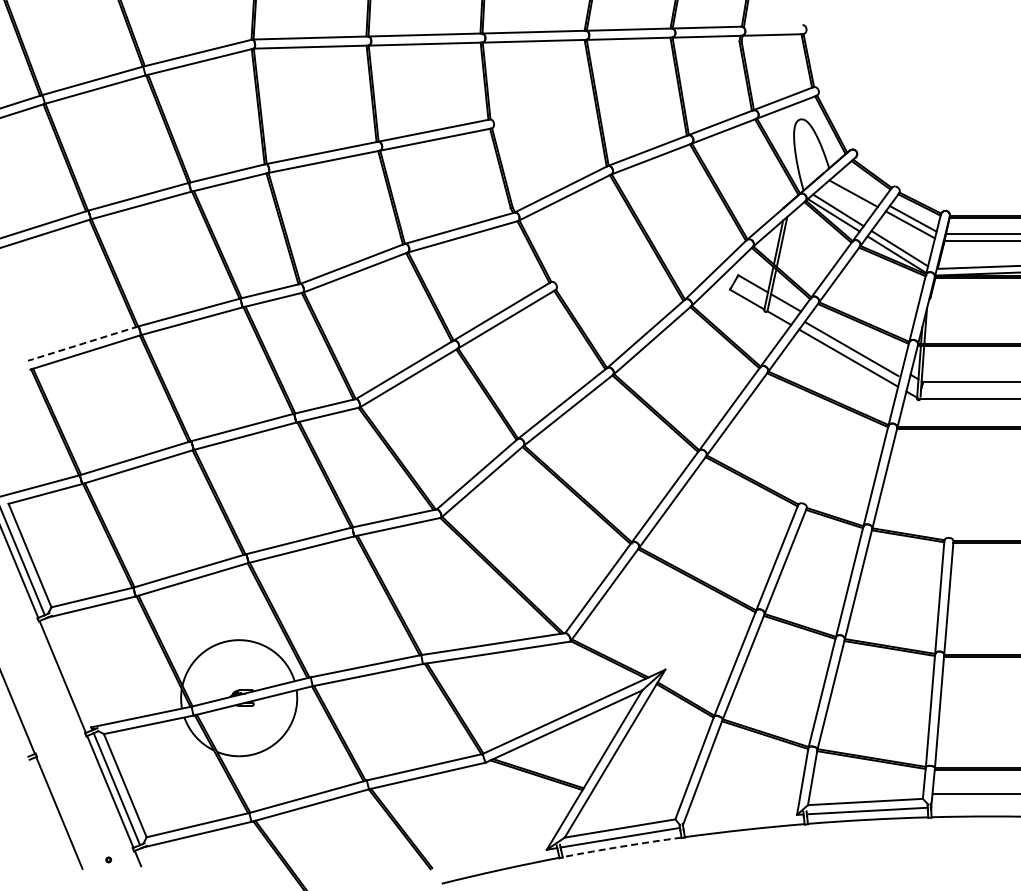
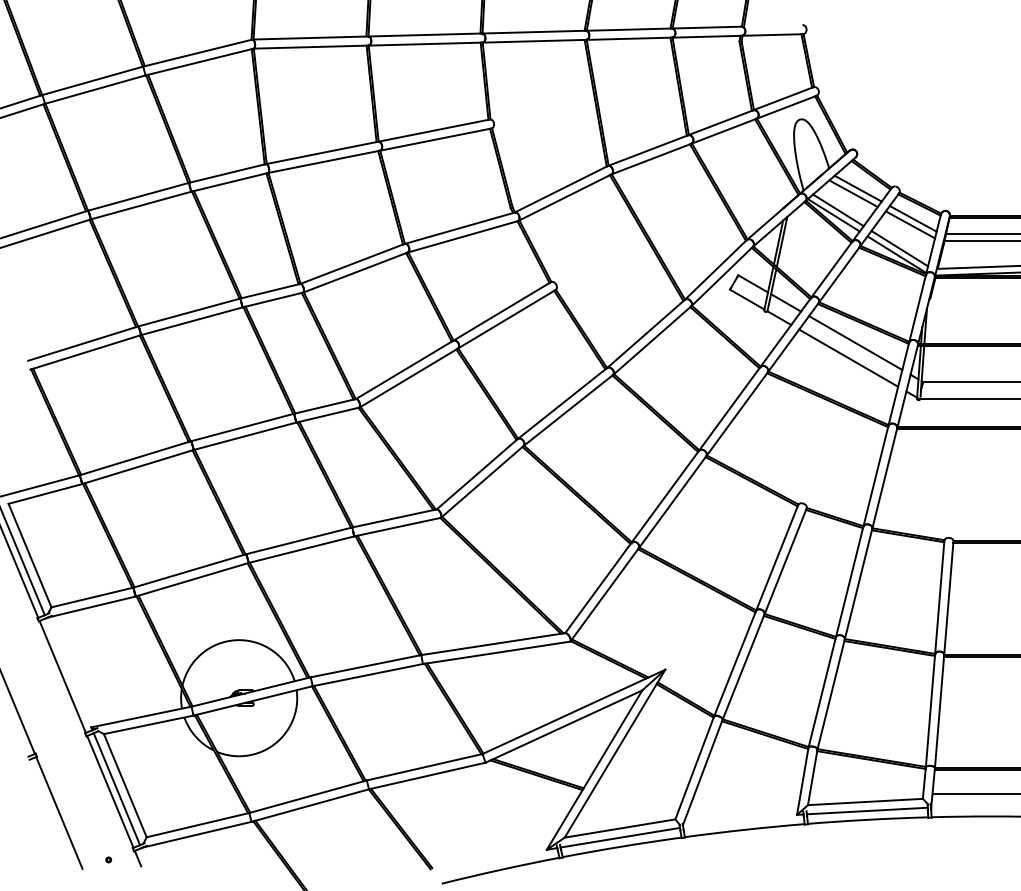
line at (857, 188): none -> present
line at (83, 343): dashed -> solid
line at (851, 349) position: (851, 349) -> (855, 343)
arc at (622, 846): dashed -> solid
